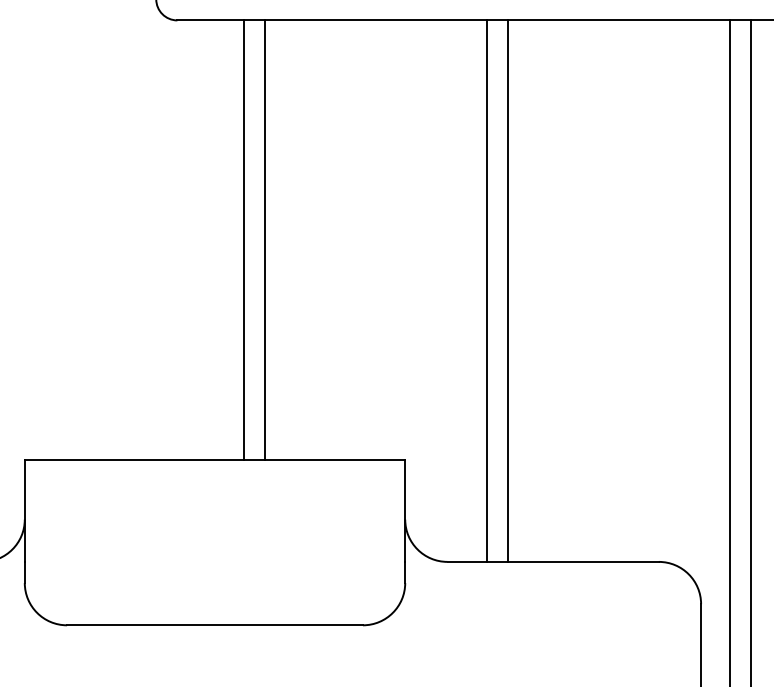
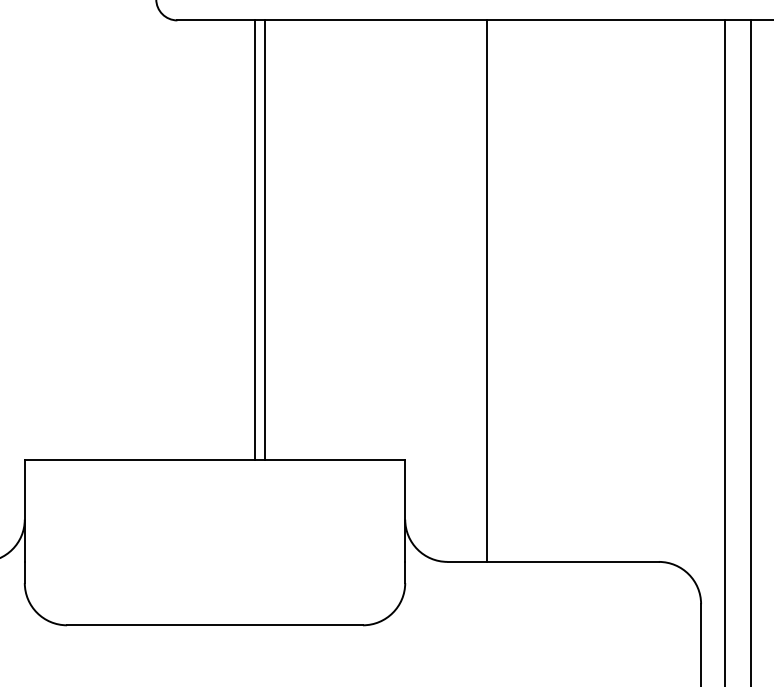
line at (243, 240) position: (243, 240) -> (254, 240)
line at (507, 290): present -> none
line at (729, 351) position: (729, 351) -> (724, 351)
